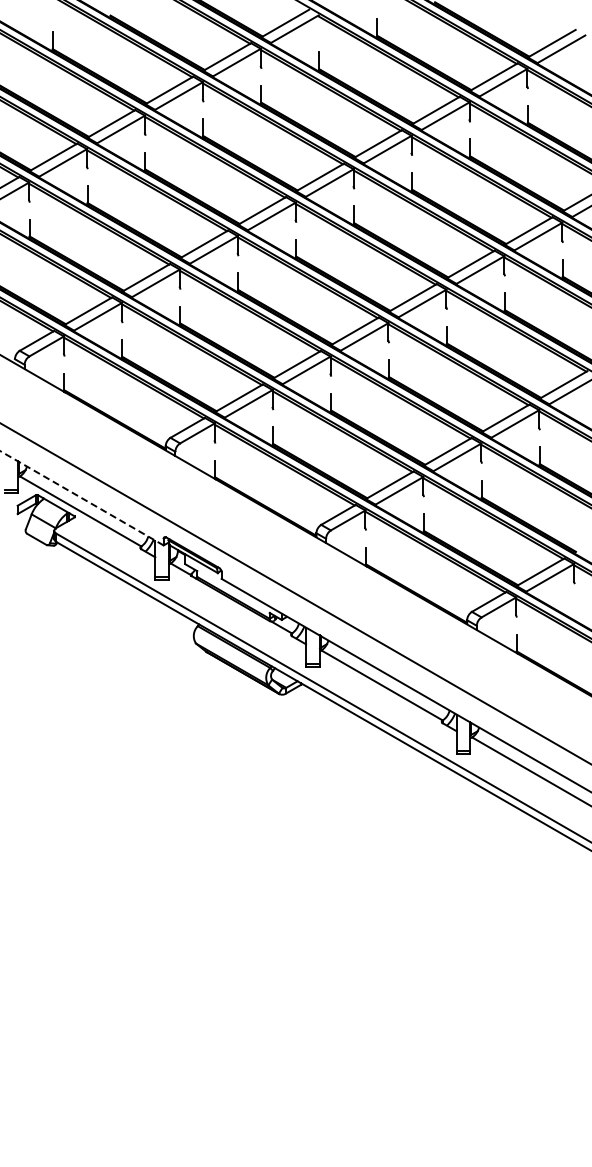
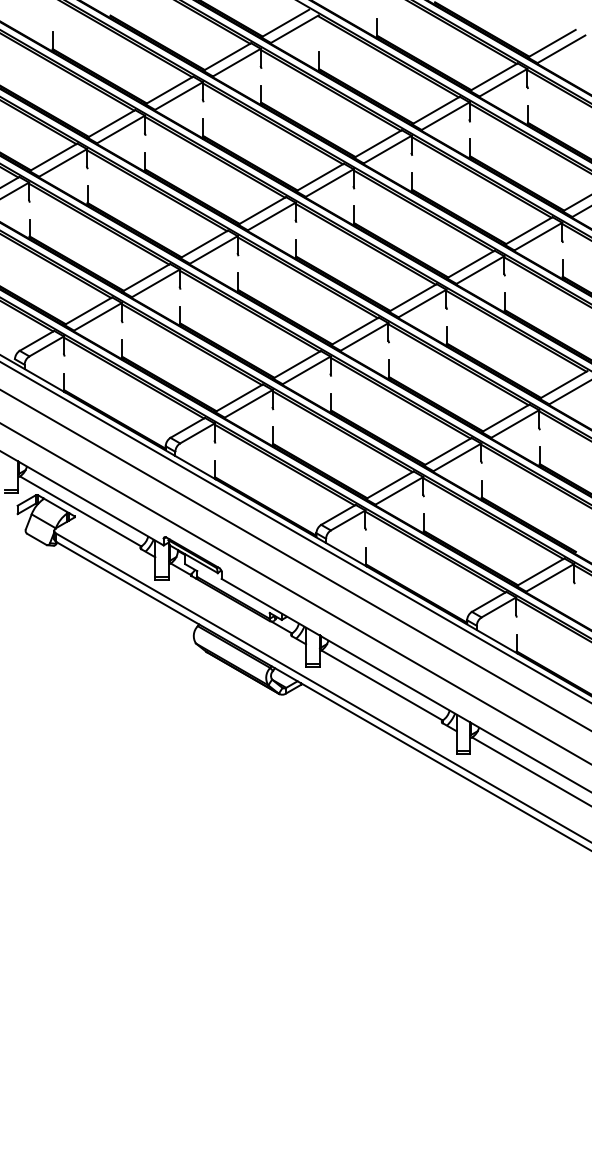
line at (81, 497): dashed -> solid
line at (295, 532): none -> present
line at (295, 560): none -> present
